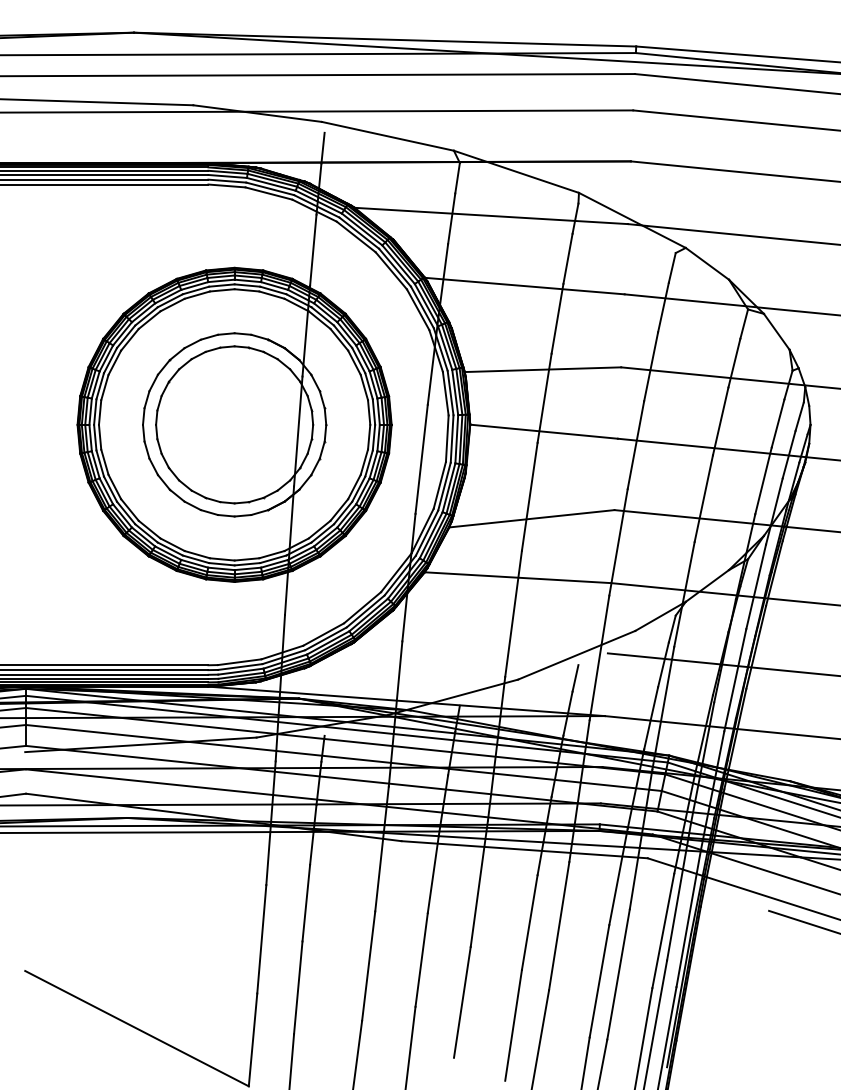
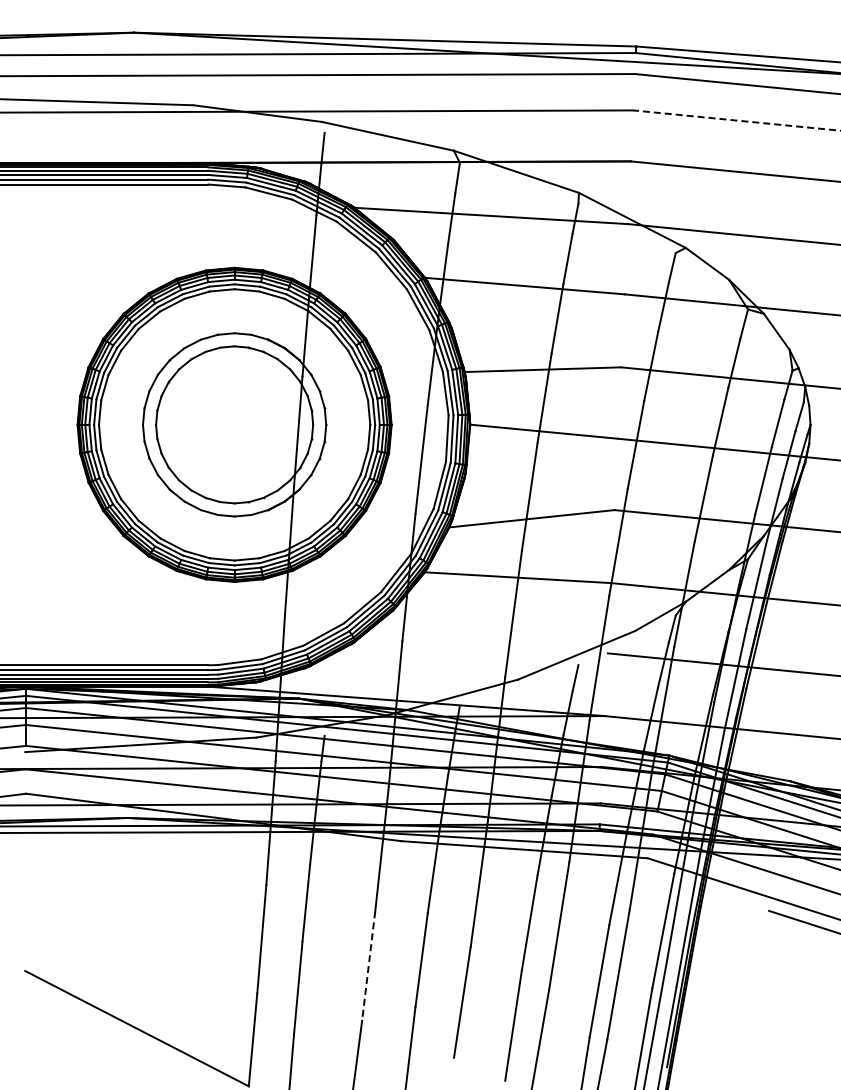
line at (736, 120): solid -> dashed
line at (368, 966): solid -> dashed
